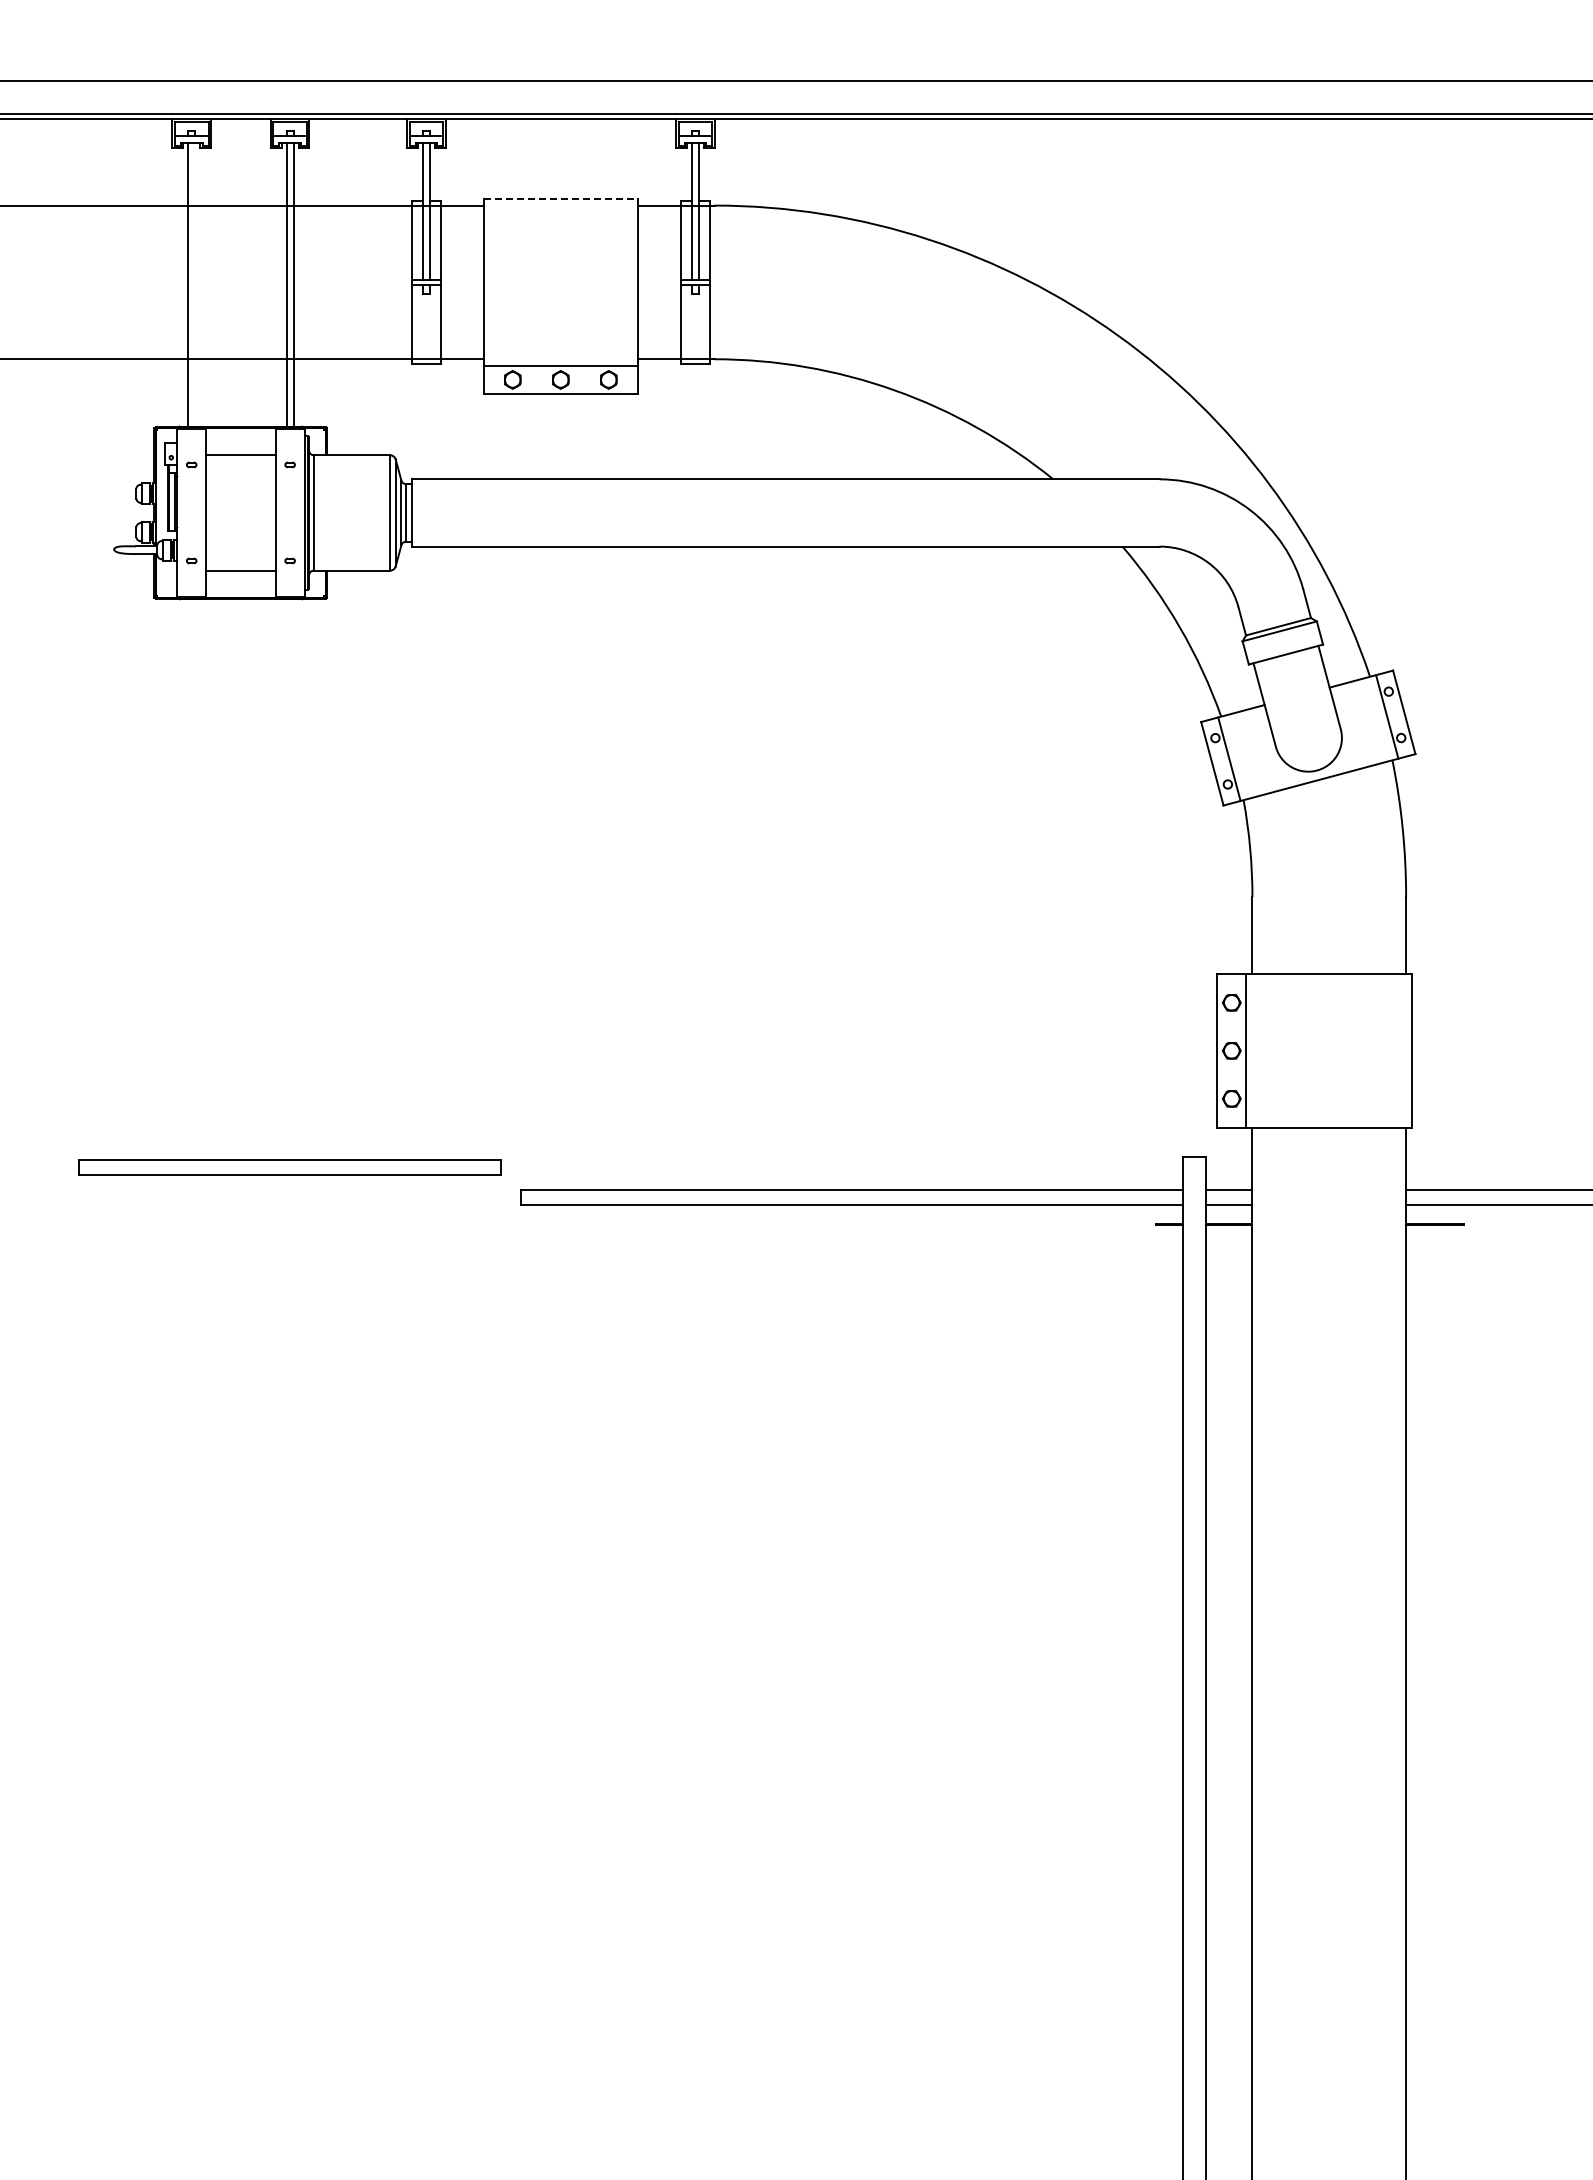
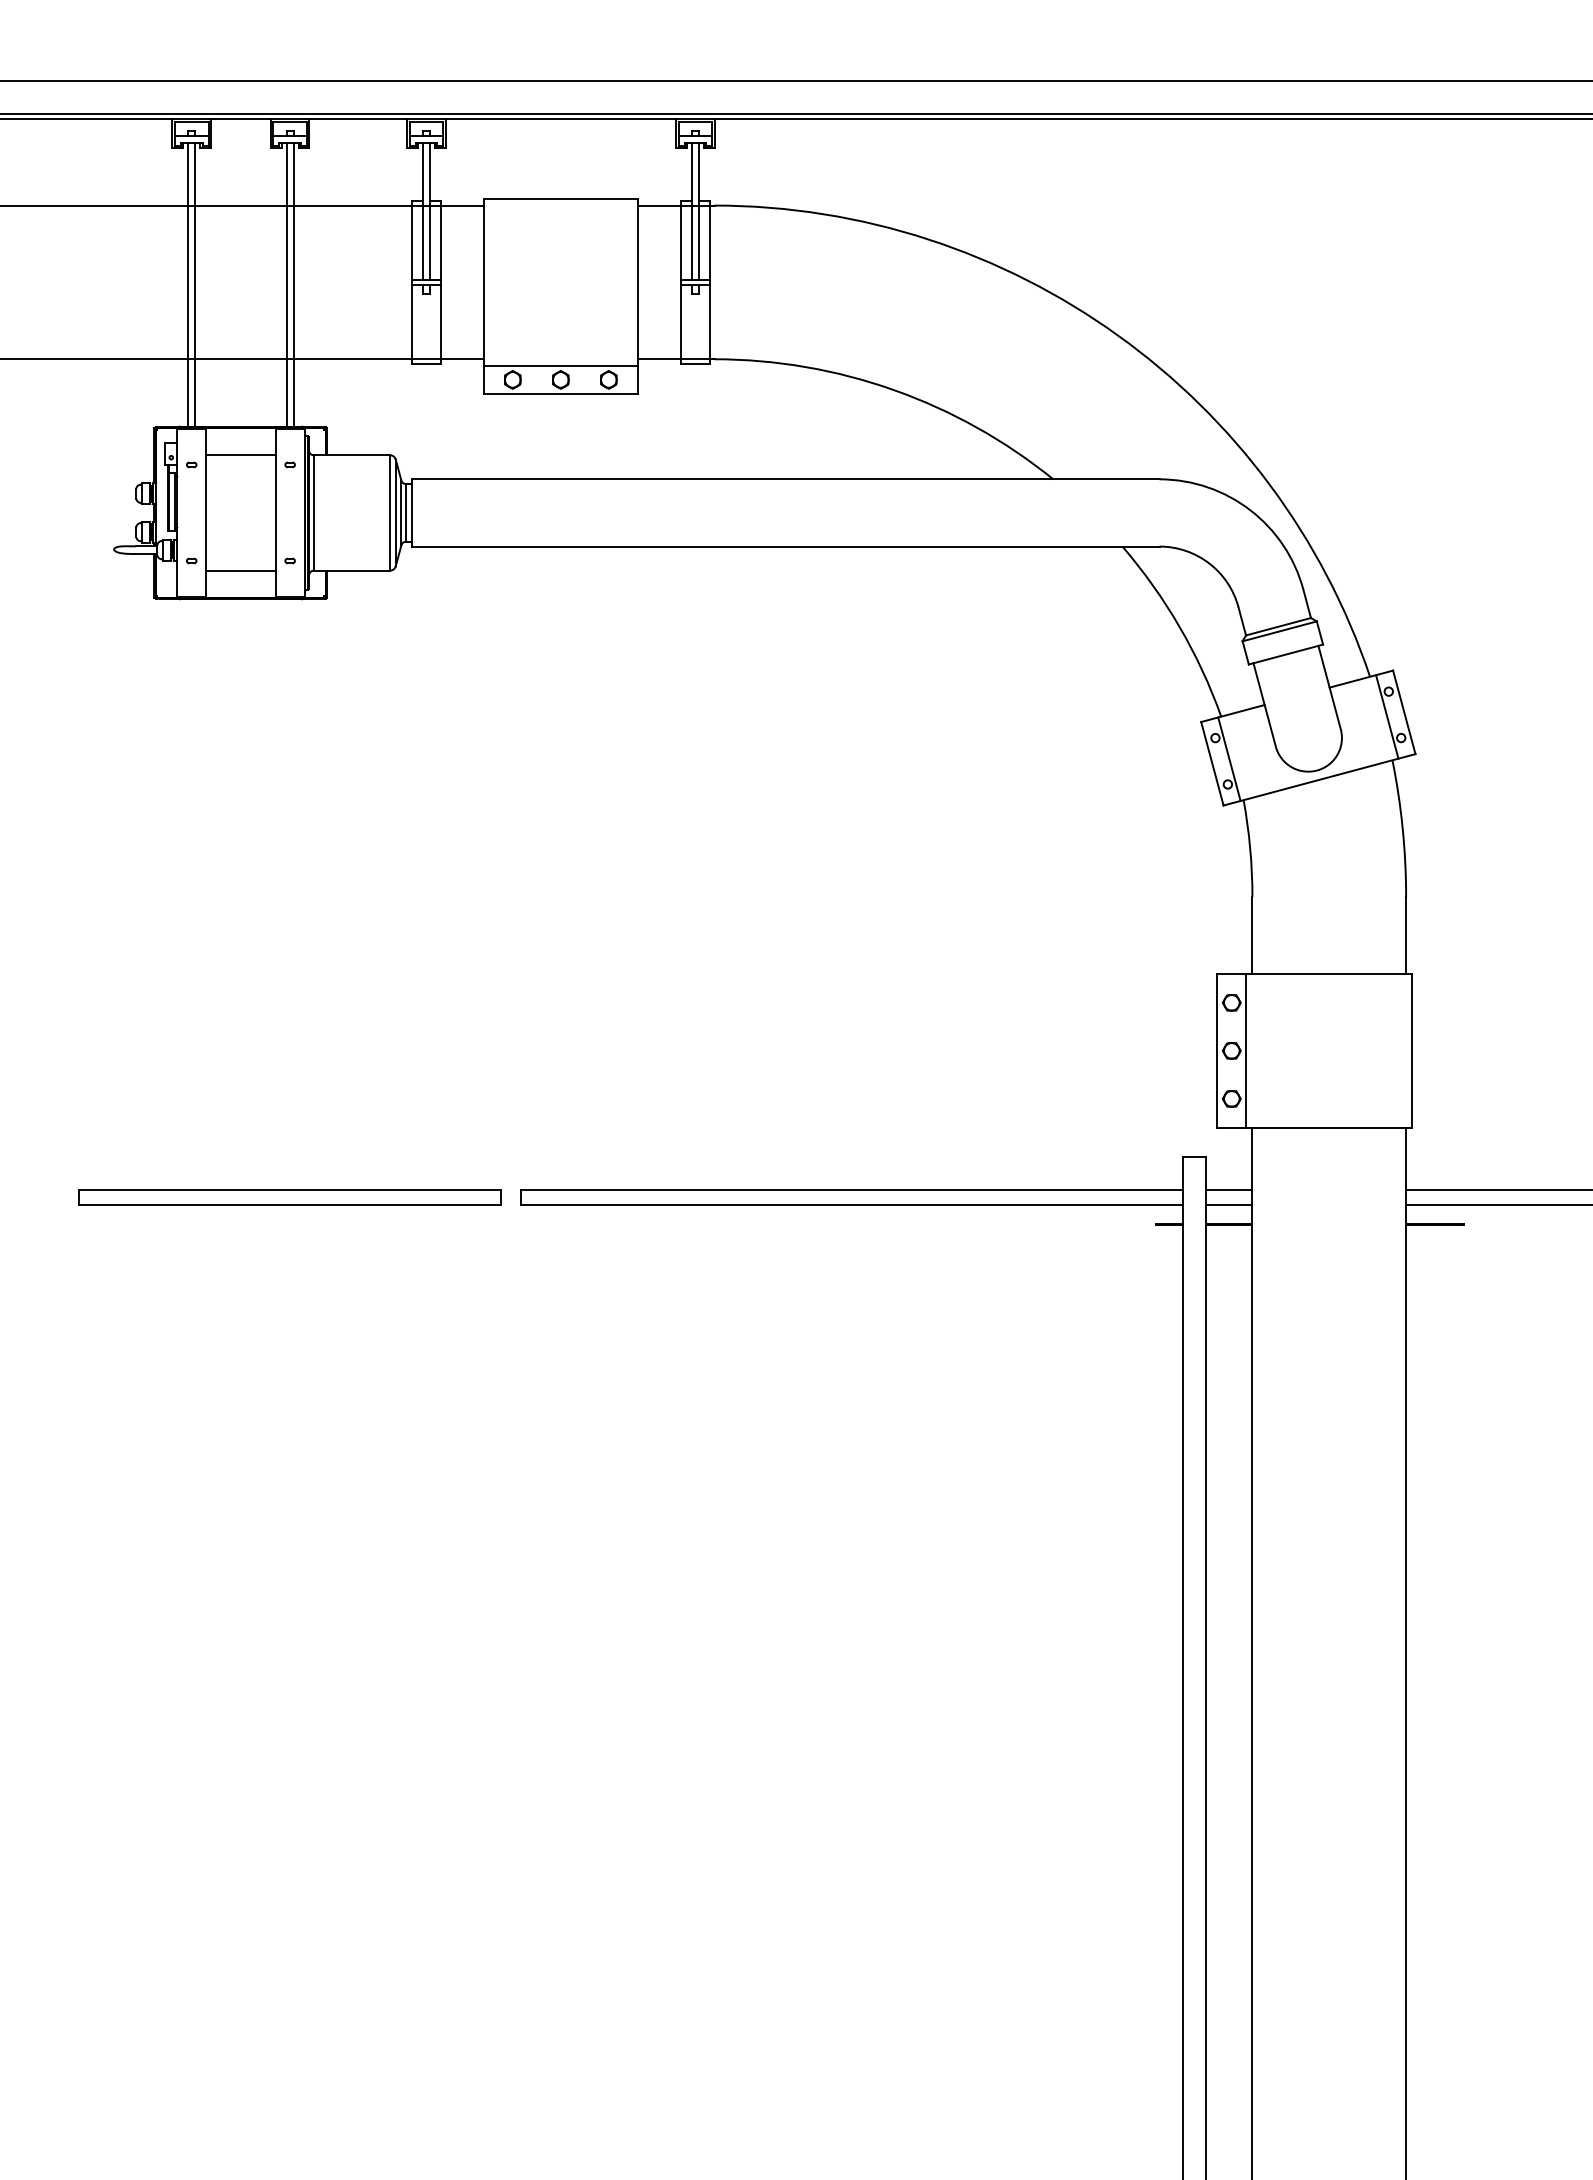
line at (560, 199): dashed -> solid
line at (195, 284): none -> present
part at (289, 1167) position: (289, 1167) -> (289, 1197)
